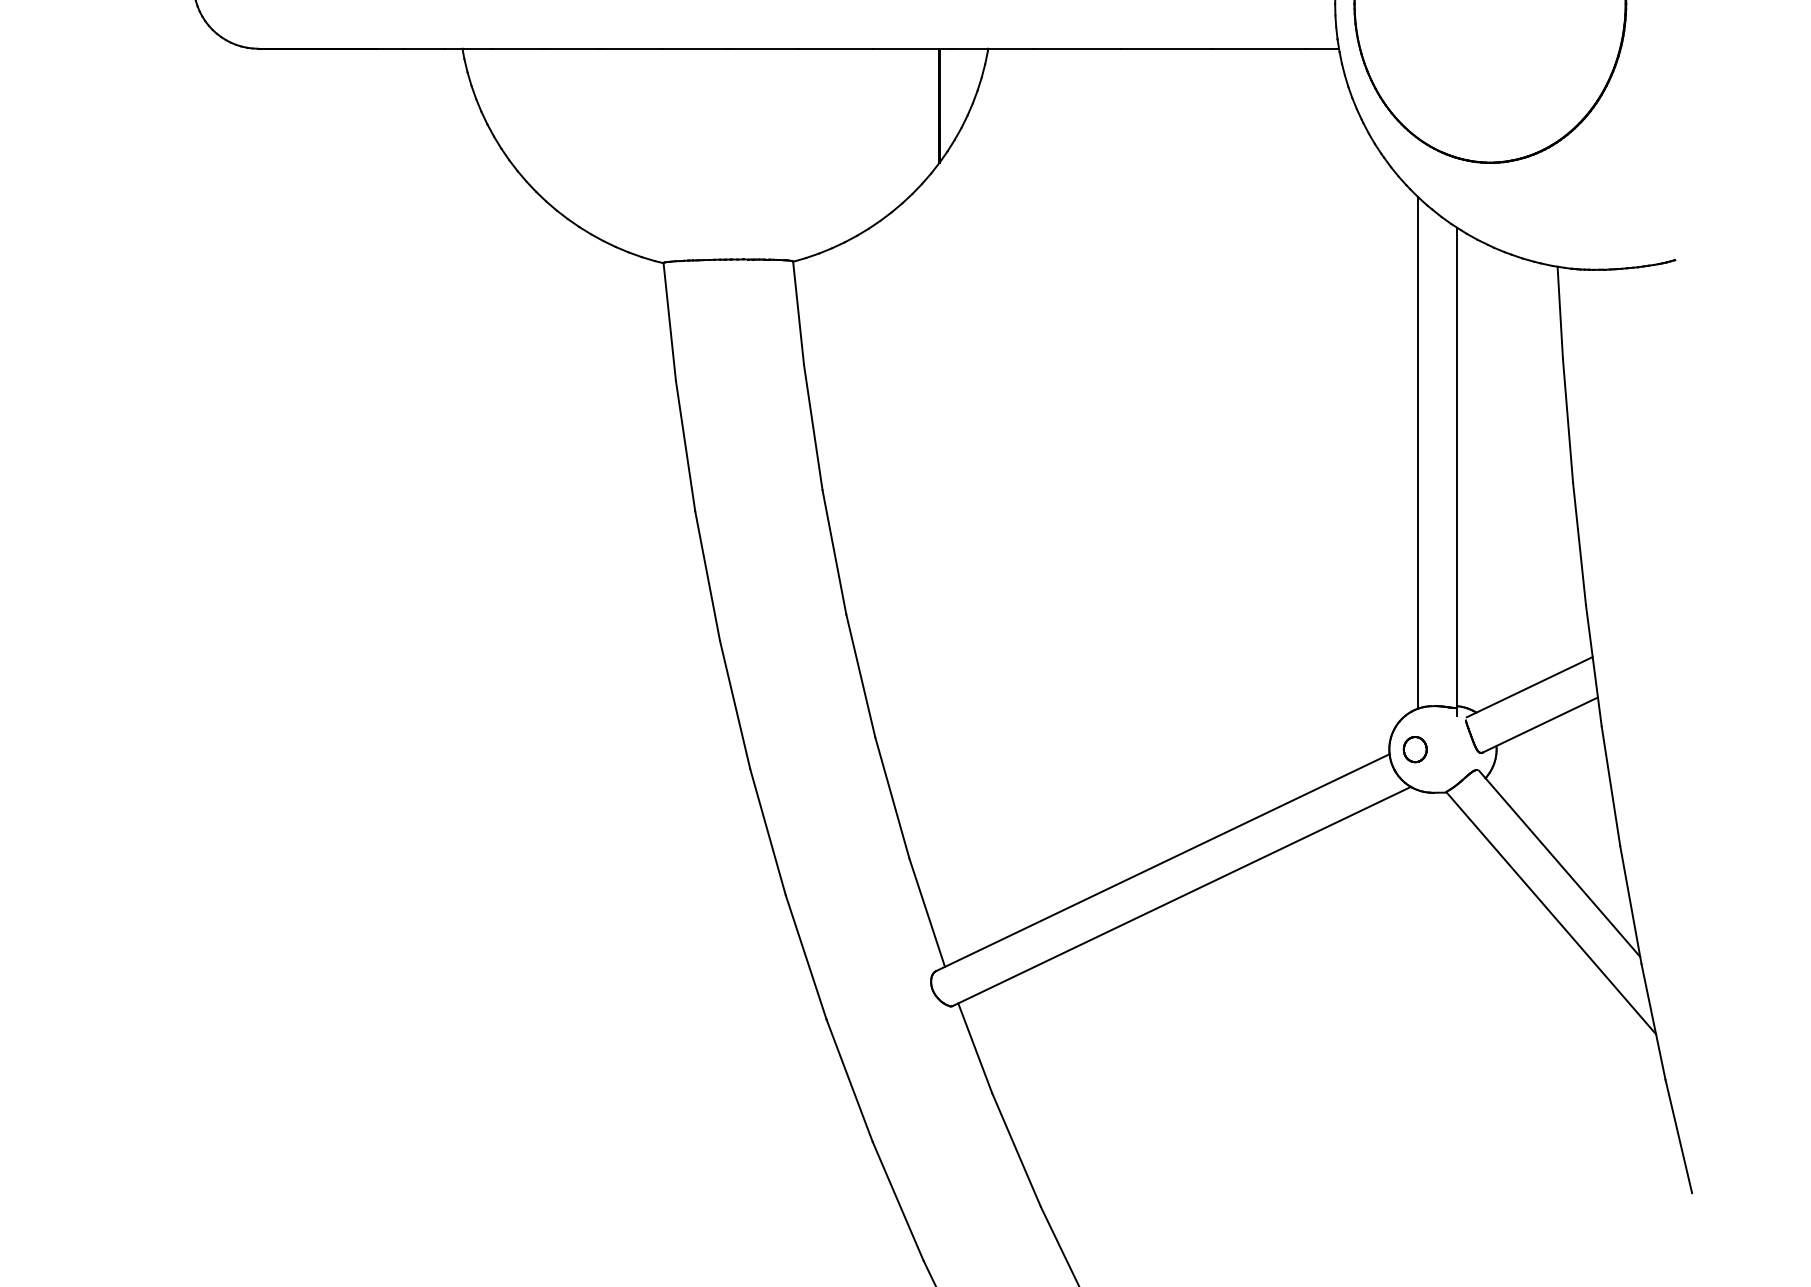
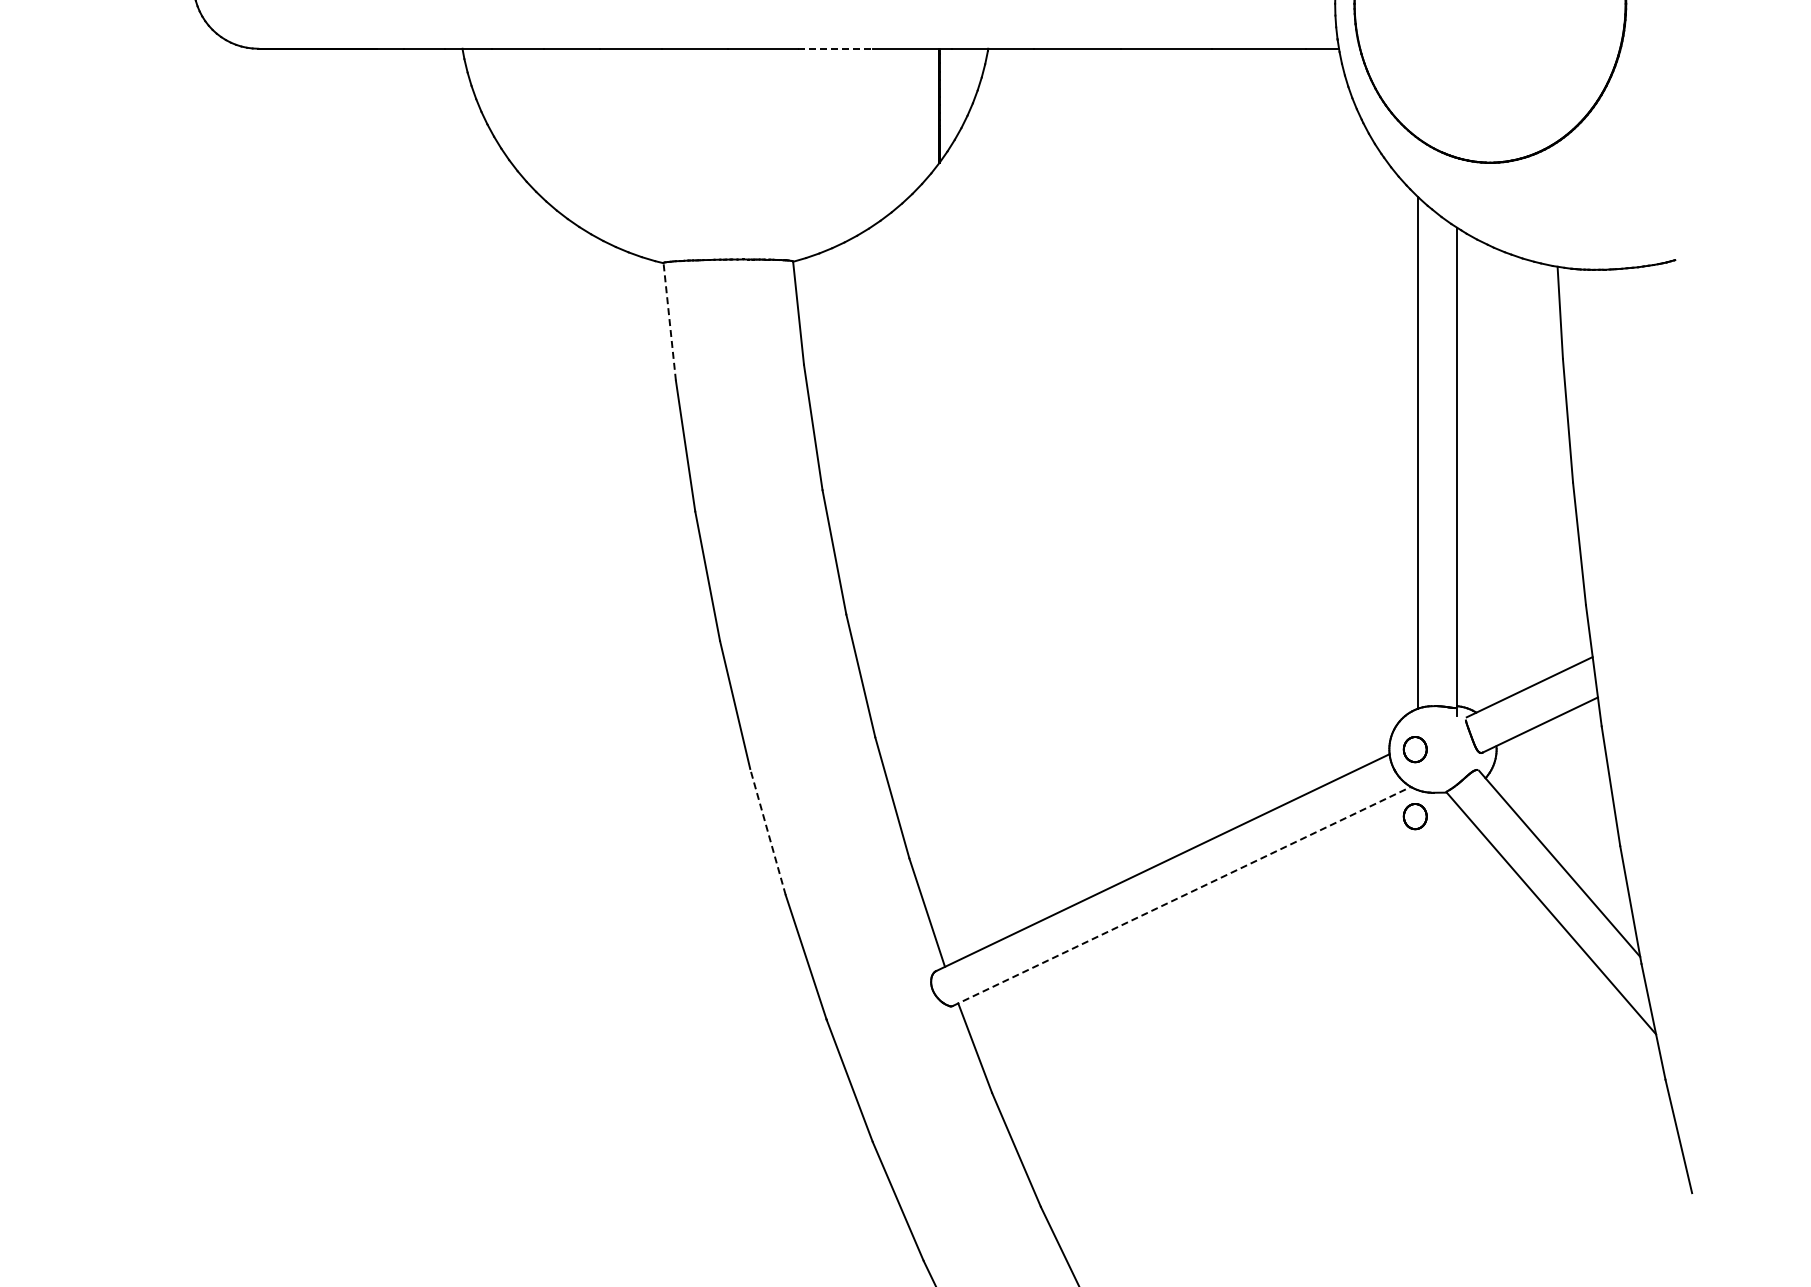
line at (835, 48): solid -> dashed
line at (669, 321): solid -> dashed
part at (1414, 816): none -> present
line at (767, 832): solid -> dashed
line at (1181, 896): solid -> dashed
